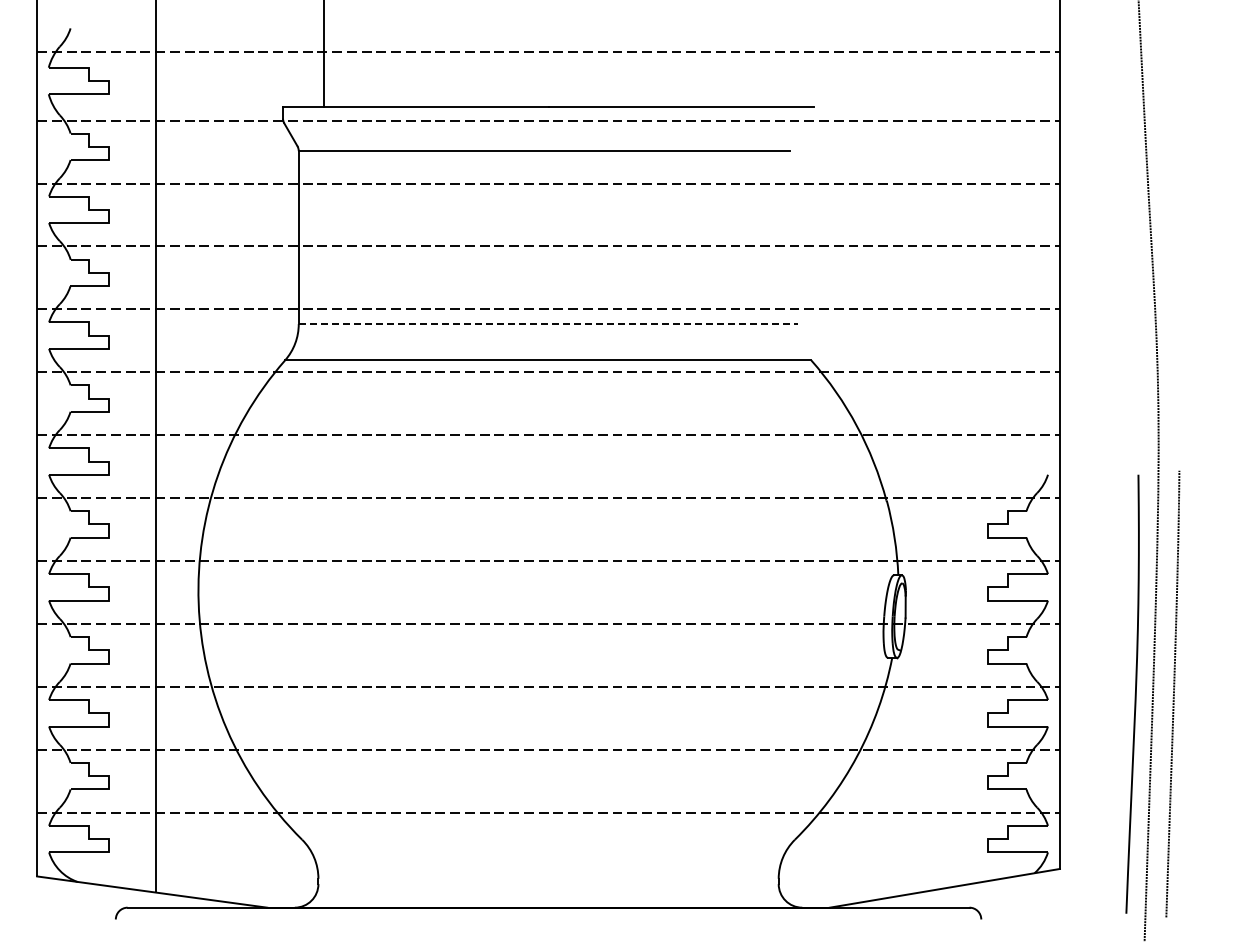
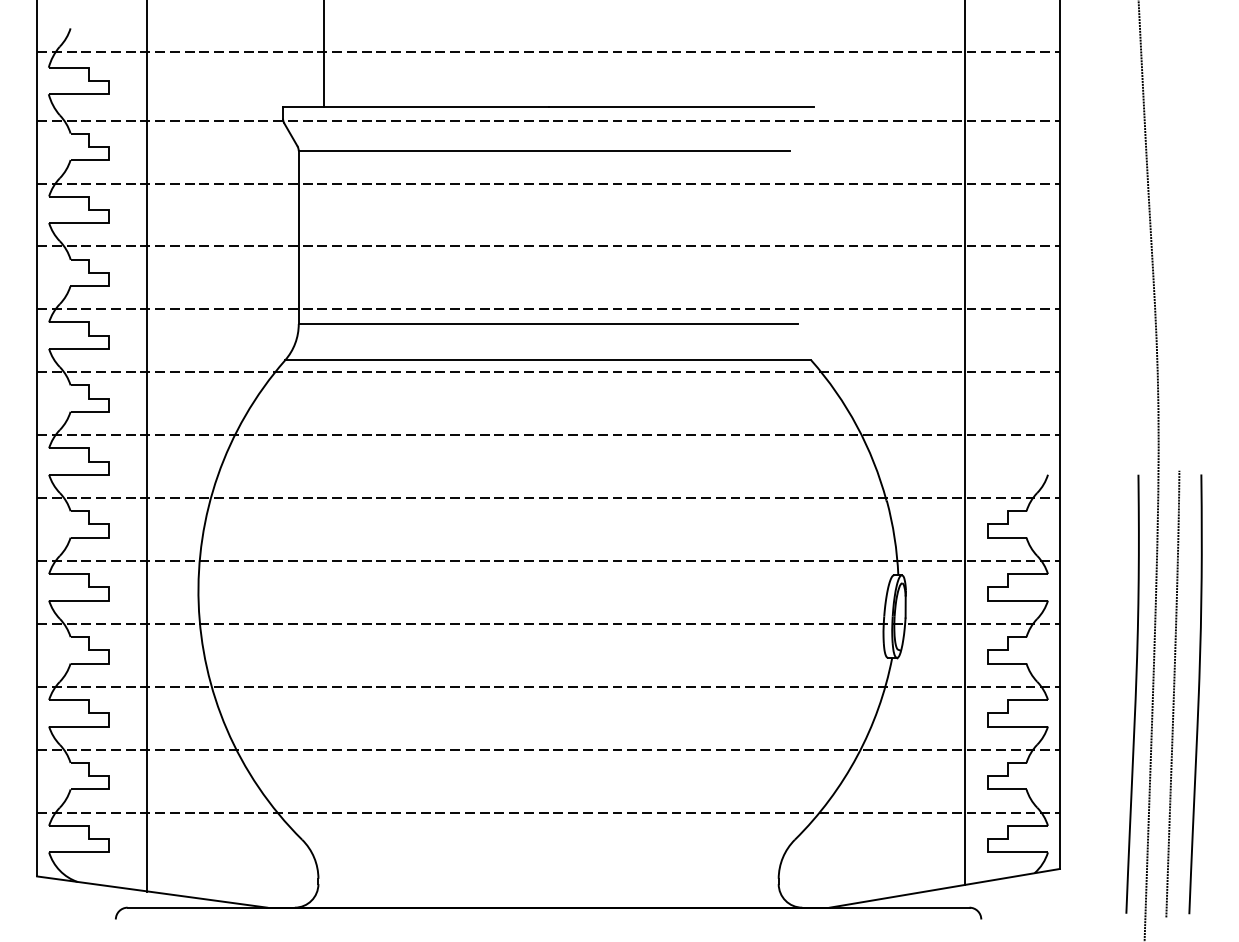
line at (548, 324): dashed -> solid
line at (965, 443): none -> present
line at (155, 446) position: (155, 446) -> (146, 446)
curve at (1197, 694): none -> present
